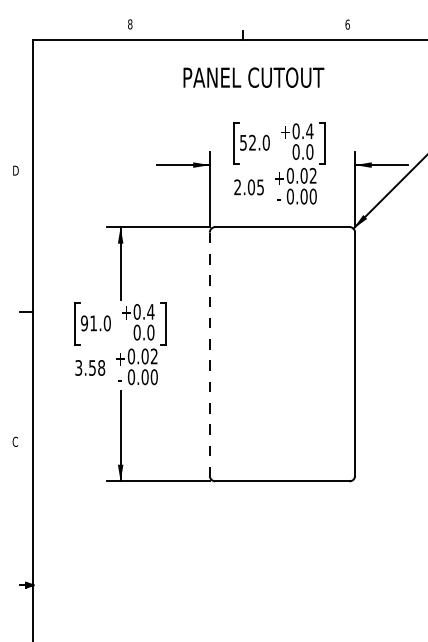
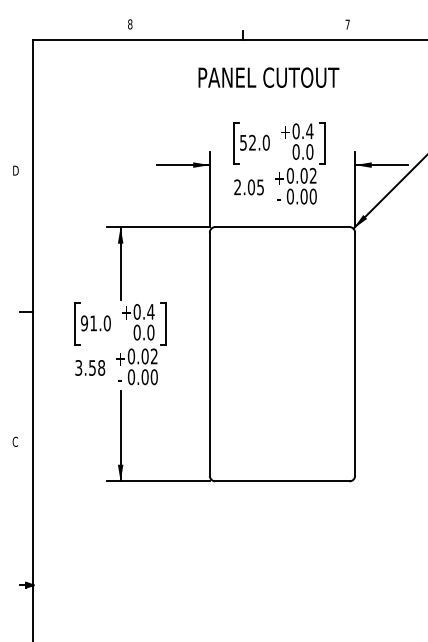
text at (347, 24): 6 -> 7
text at (253, 77) position: (253, 77) -> (268, 77)
line at (209, 354): dashed -> solid
